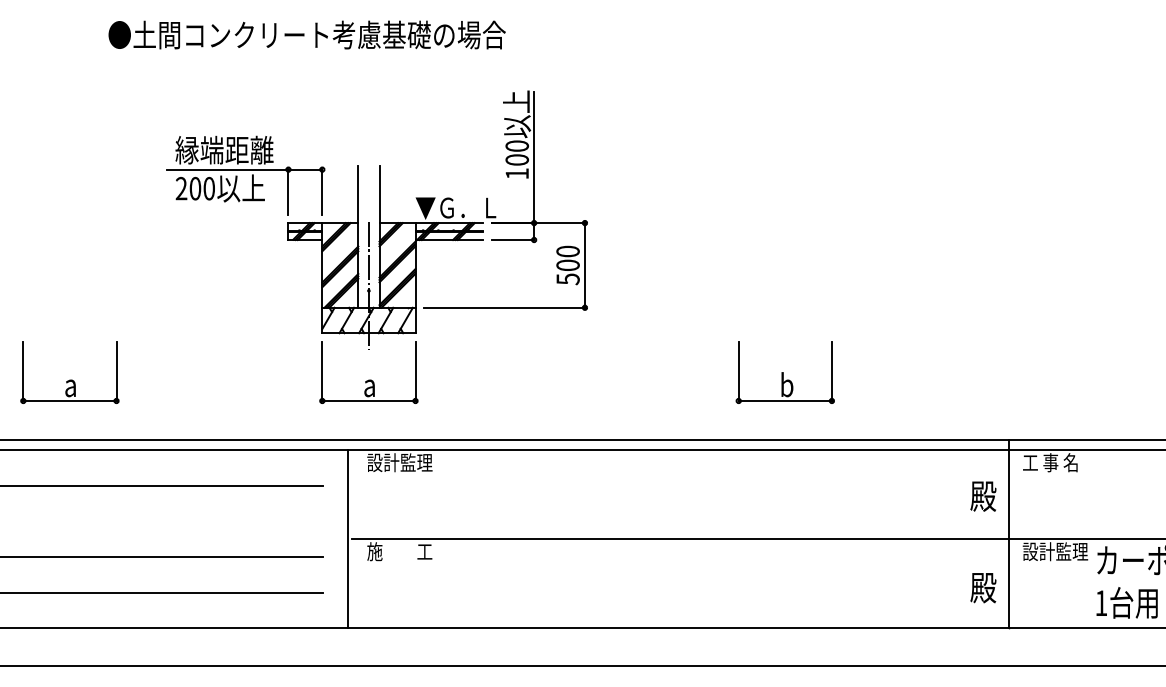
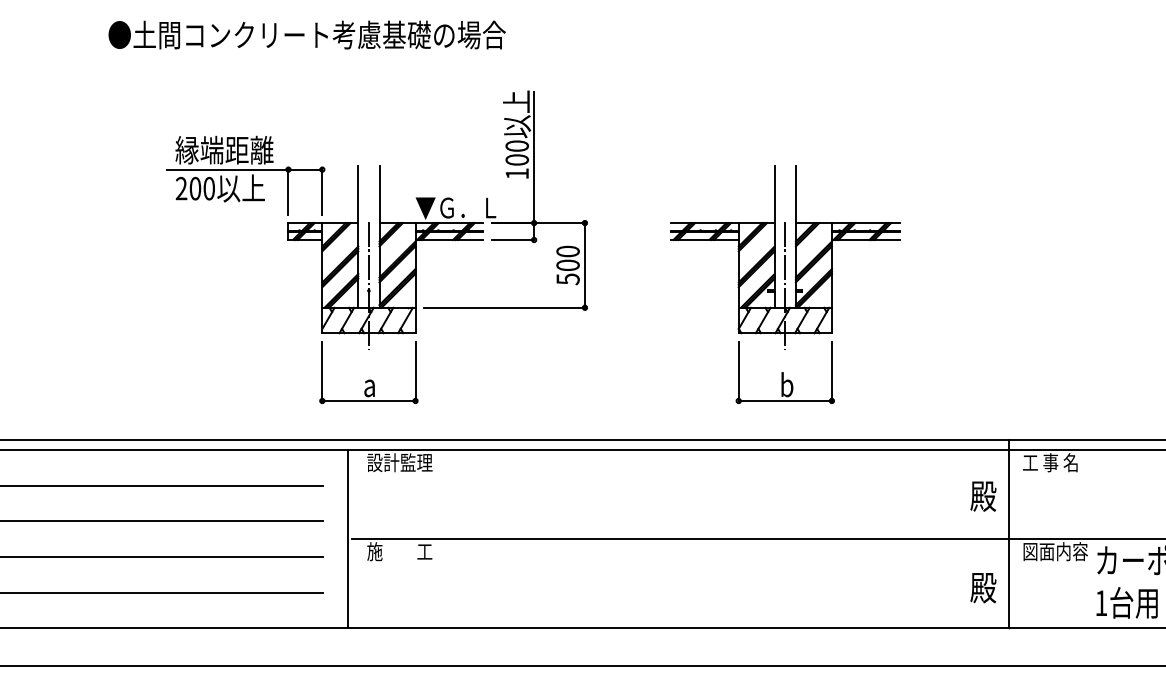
part at (785, 257): none -> present
part at (69, 379): present -> none
line at (162, 521): none -> present
text at (1055, 551): 設計監理 -> 図面内容
